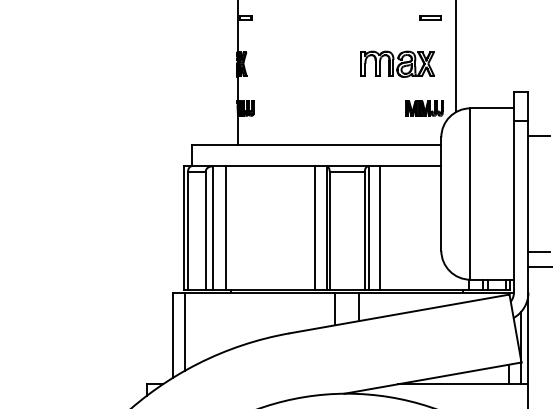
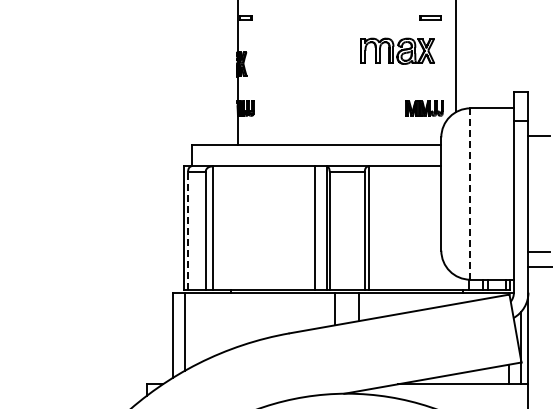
part at (397, 63) position: (397, 63) -> (397, 50)
line at (470, 194): solid -> dashed
line at (225, 227): present -> none
line at (380, 227): present -> none
line at (188, 230): solid -> dashed
